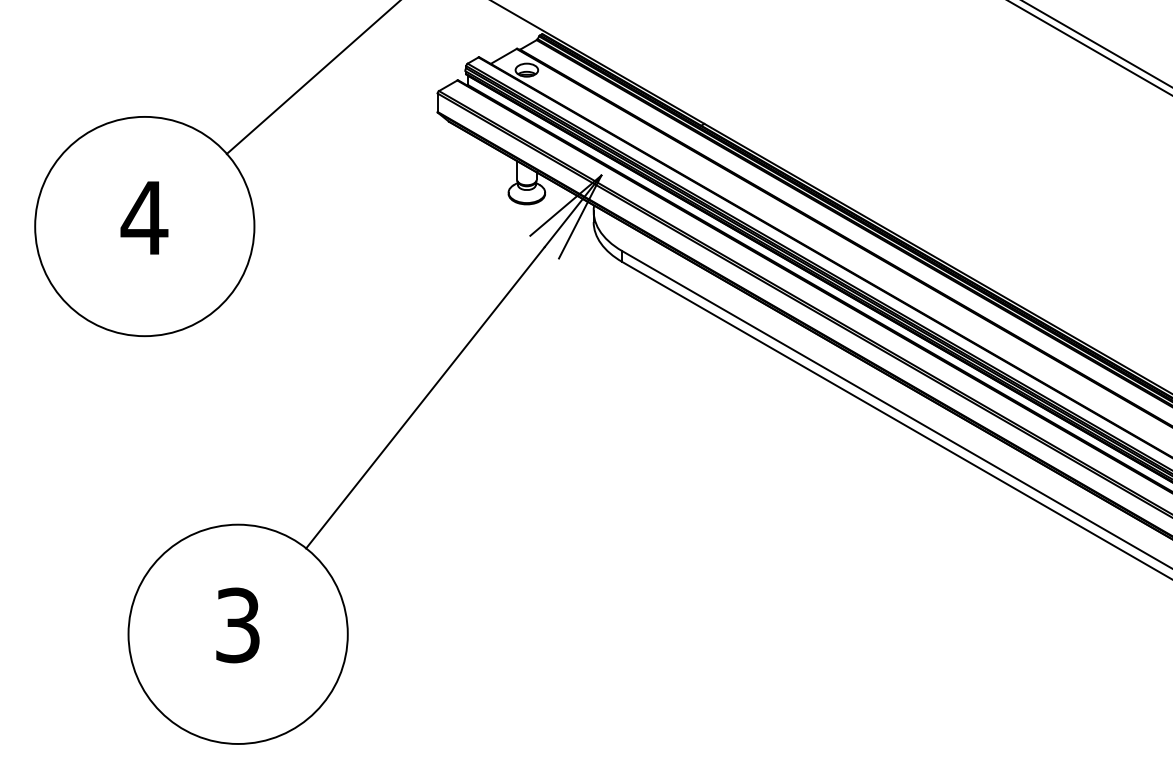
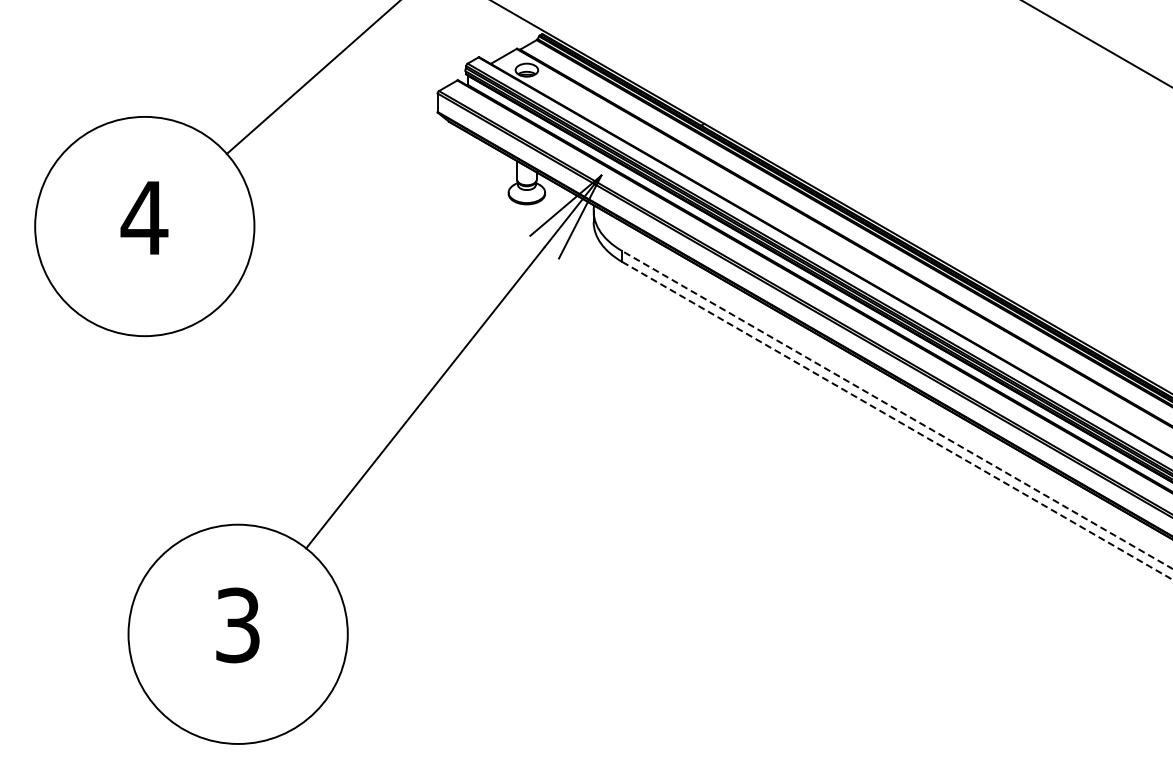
line at (1089, 48): present -> none
line at (897, 410): solid -> dashed
line at (897, 420): solid -> dashed
